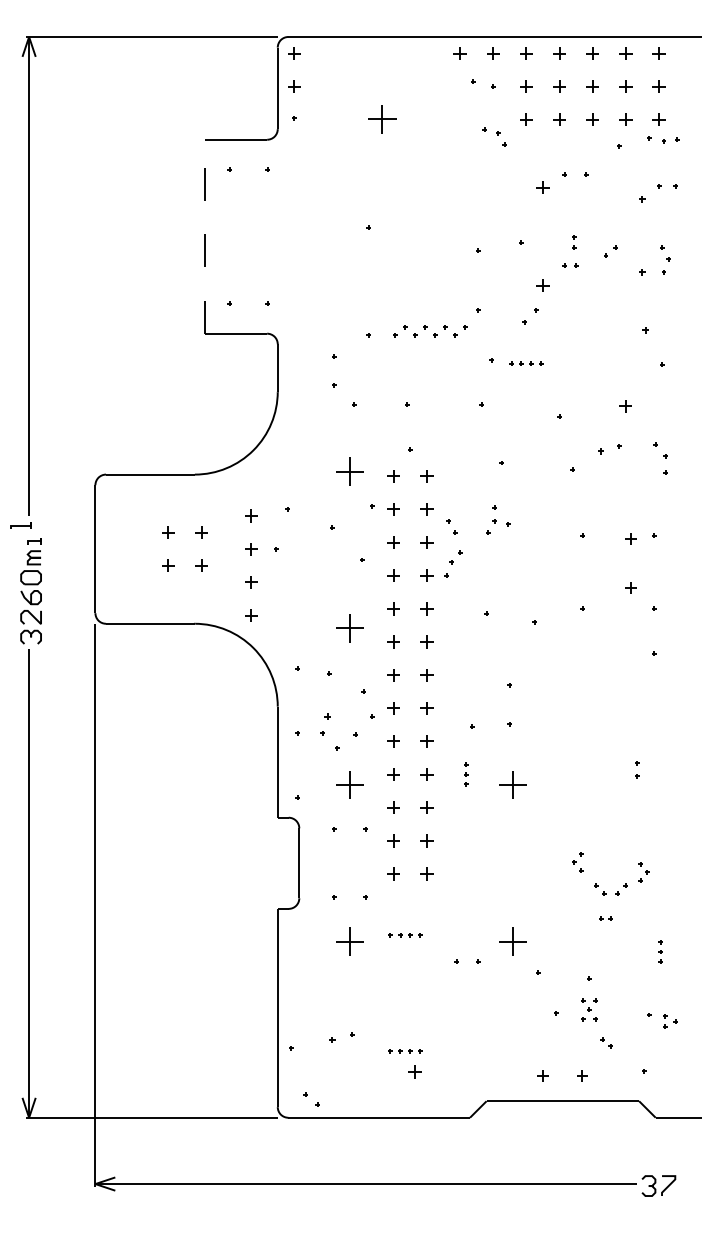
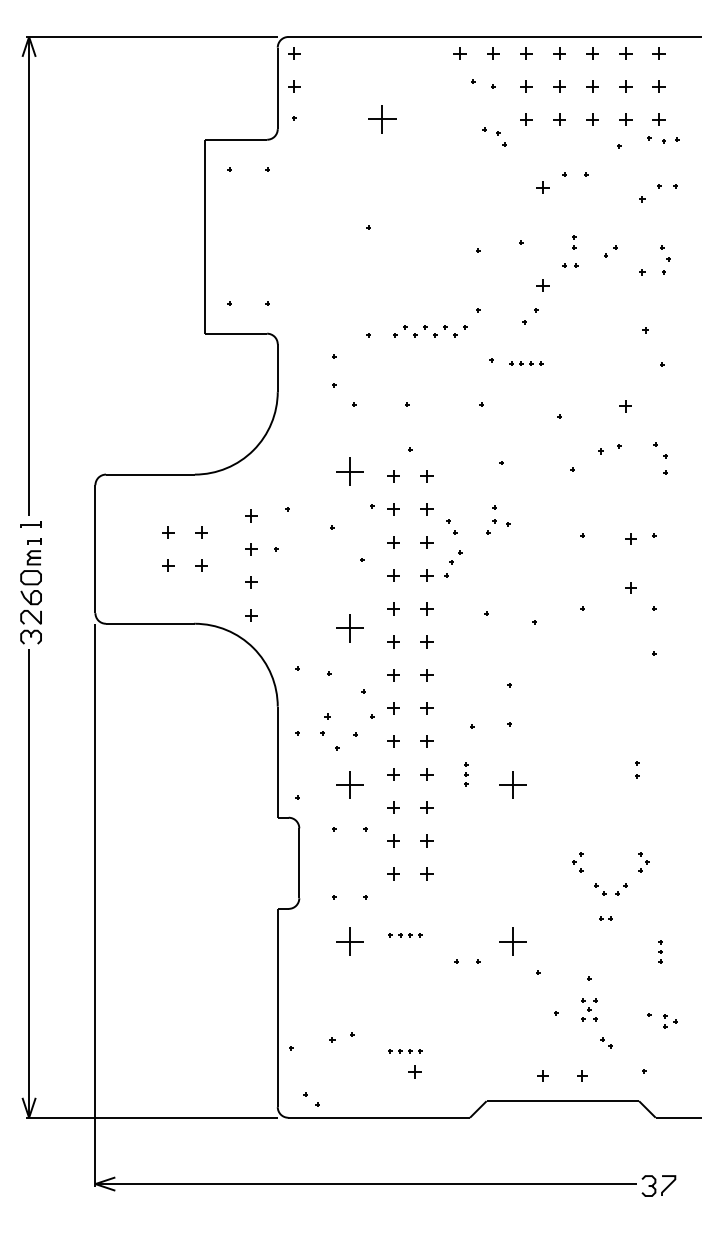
line at (204, 236): dashed -> solid
line at (20, 525) position: (20, 525) -> (30, 524)
part at (643, 872) position: (643, 872) -> (643, 862)
